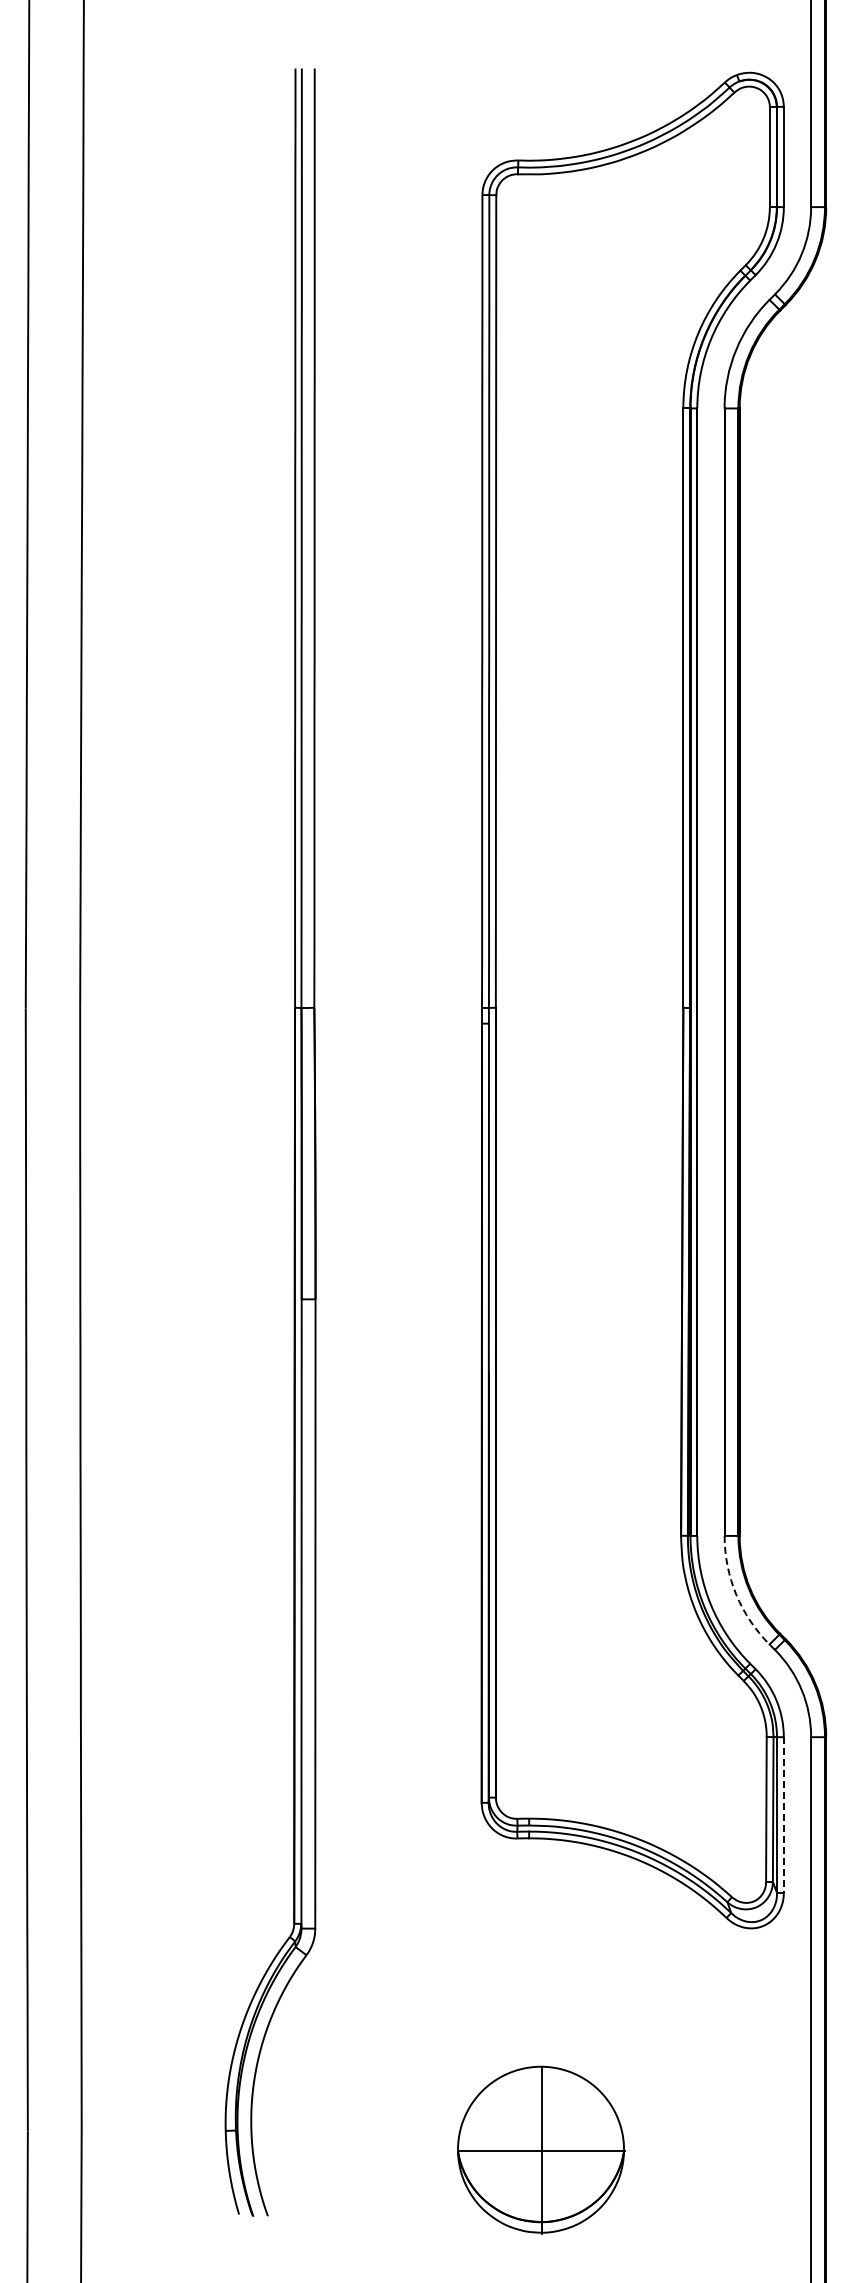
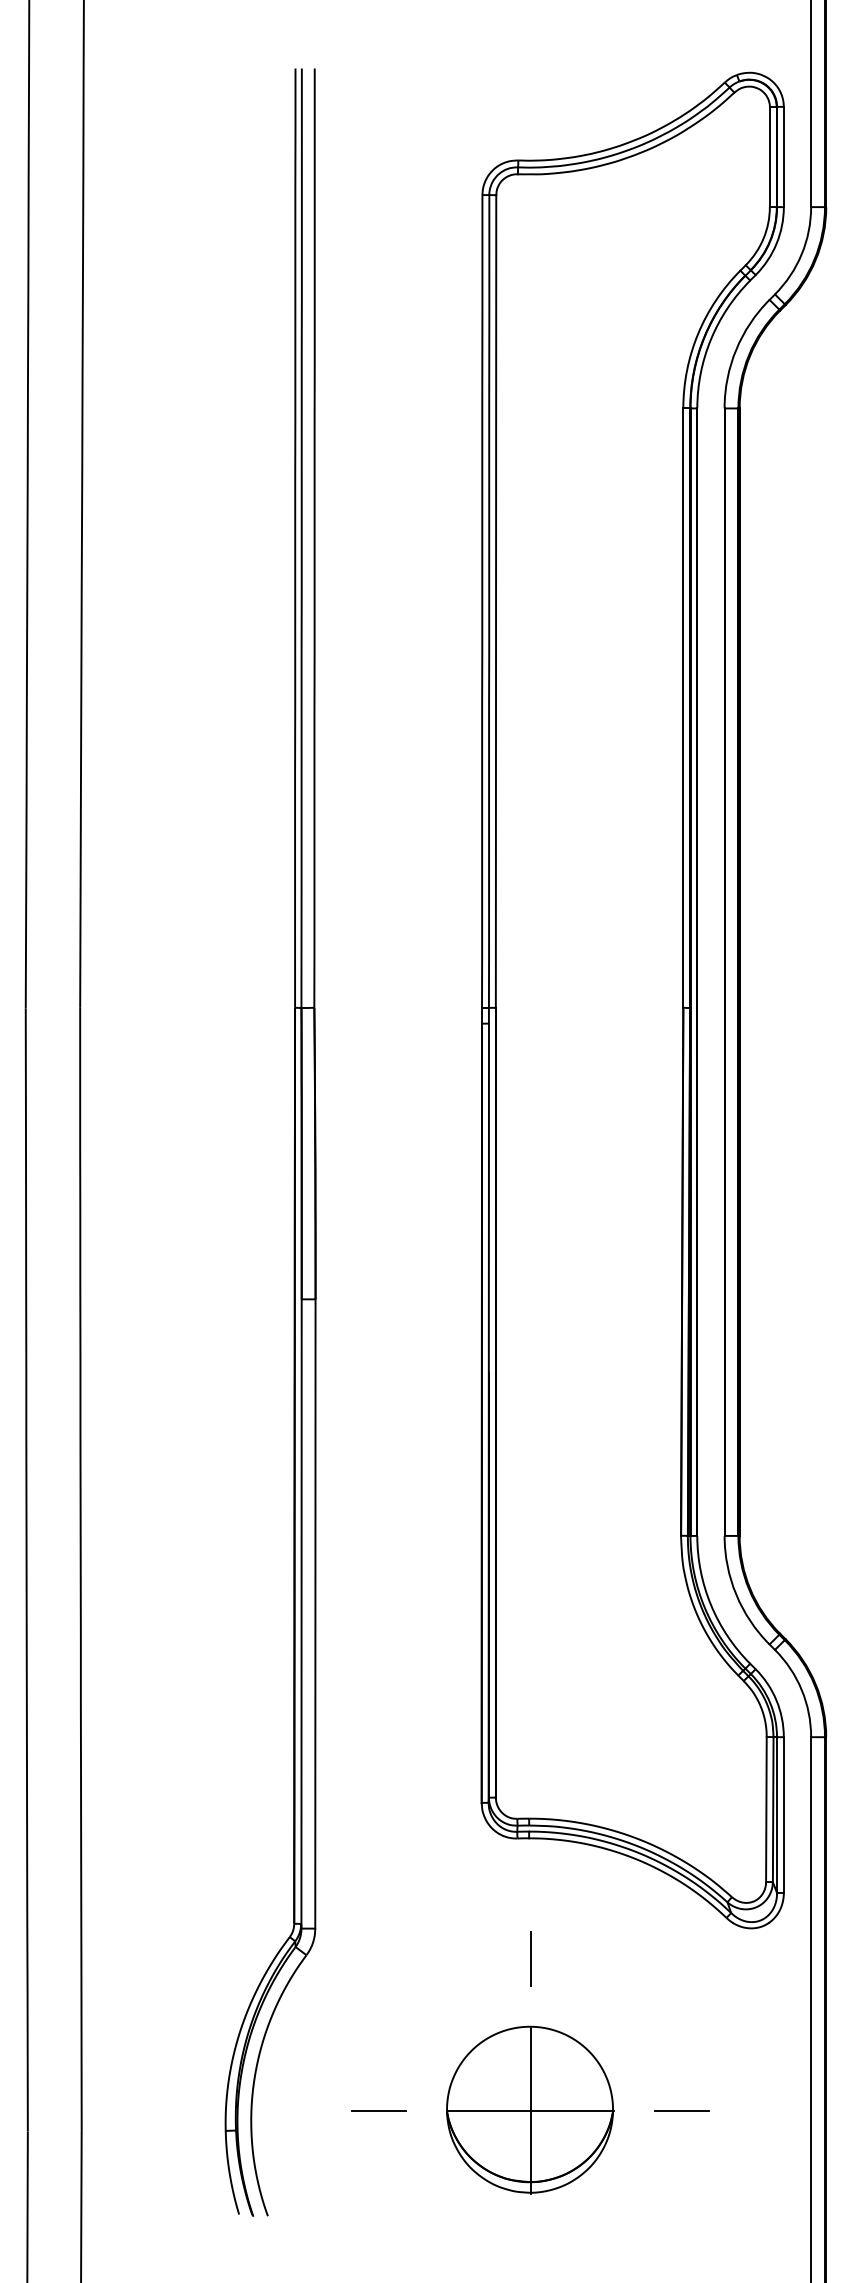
arc at (736, 1594): dashed -> solid
line at (783, 1815): dashed -> solid
line at (530, 1958): none -> present
line at (379, 2110): none -> present
line at (682, 2110): none -> present
part at (541, 2149) position: (541, 2149) -> (530, 2109)
